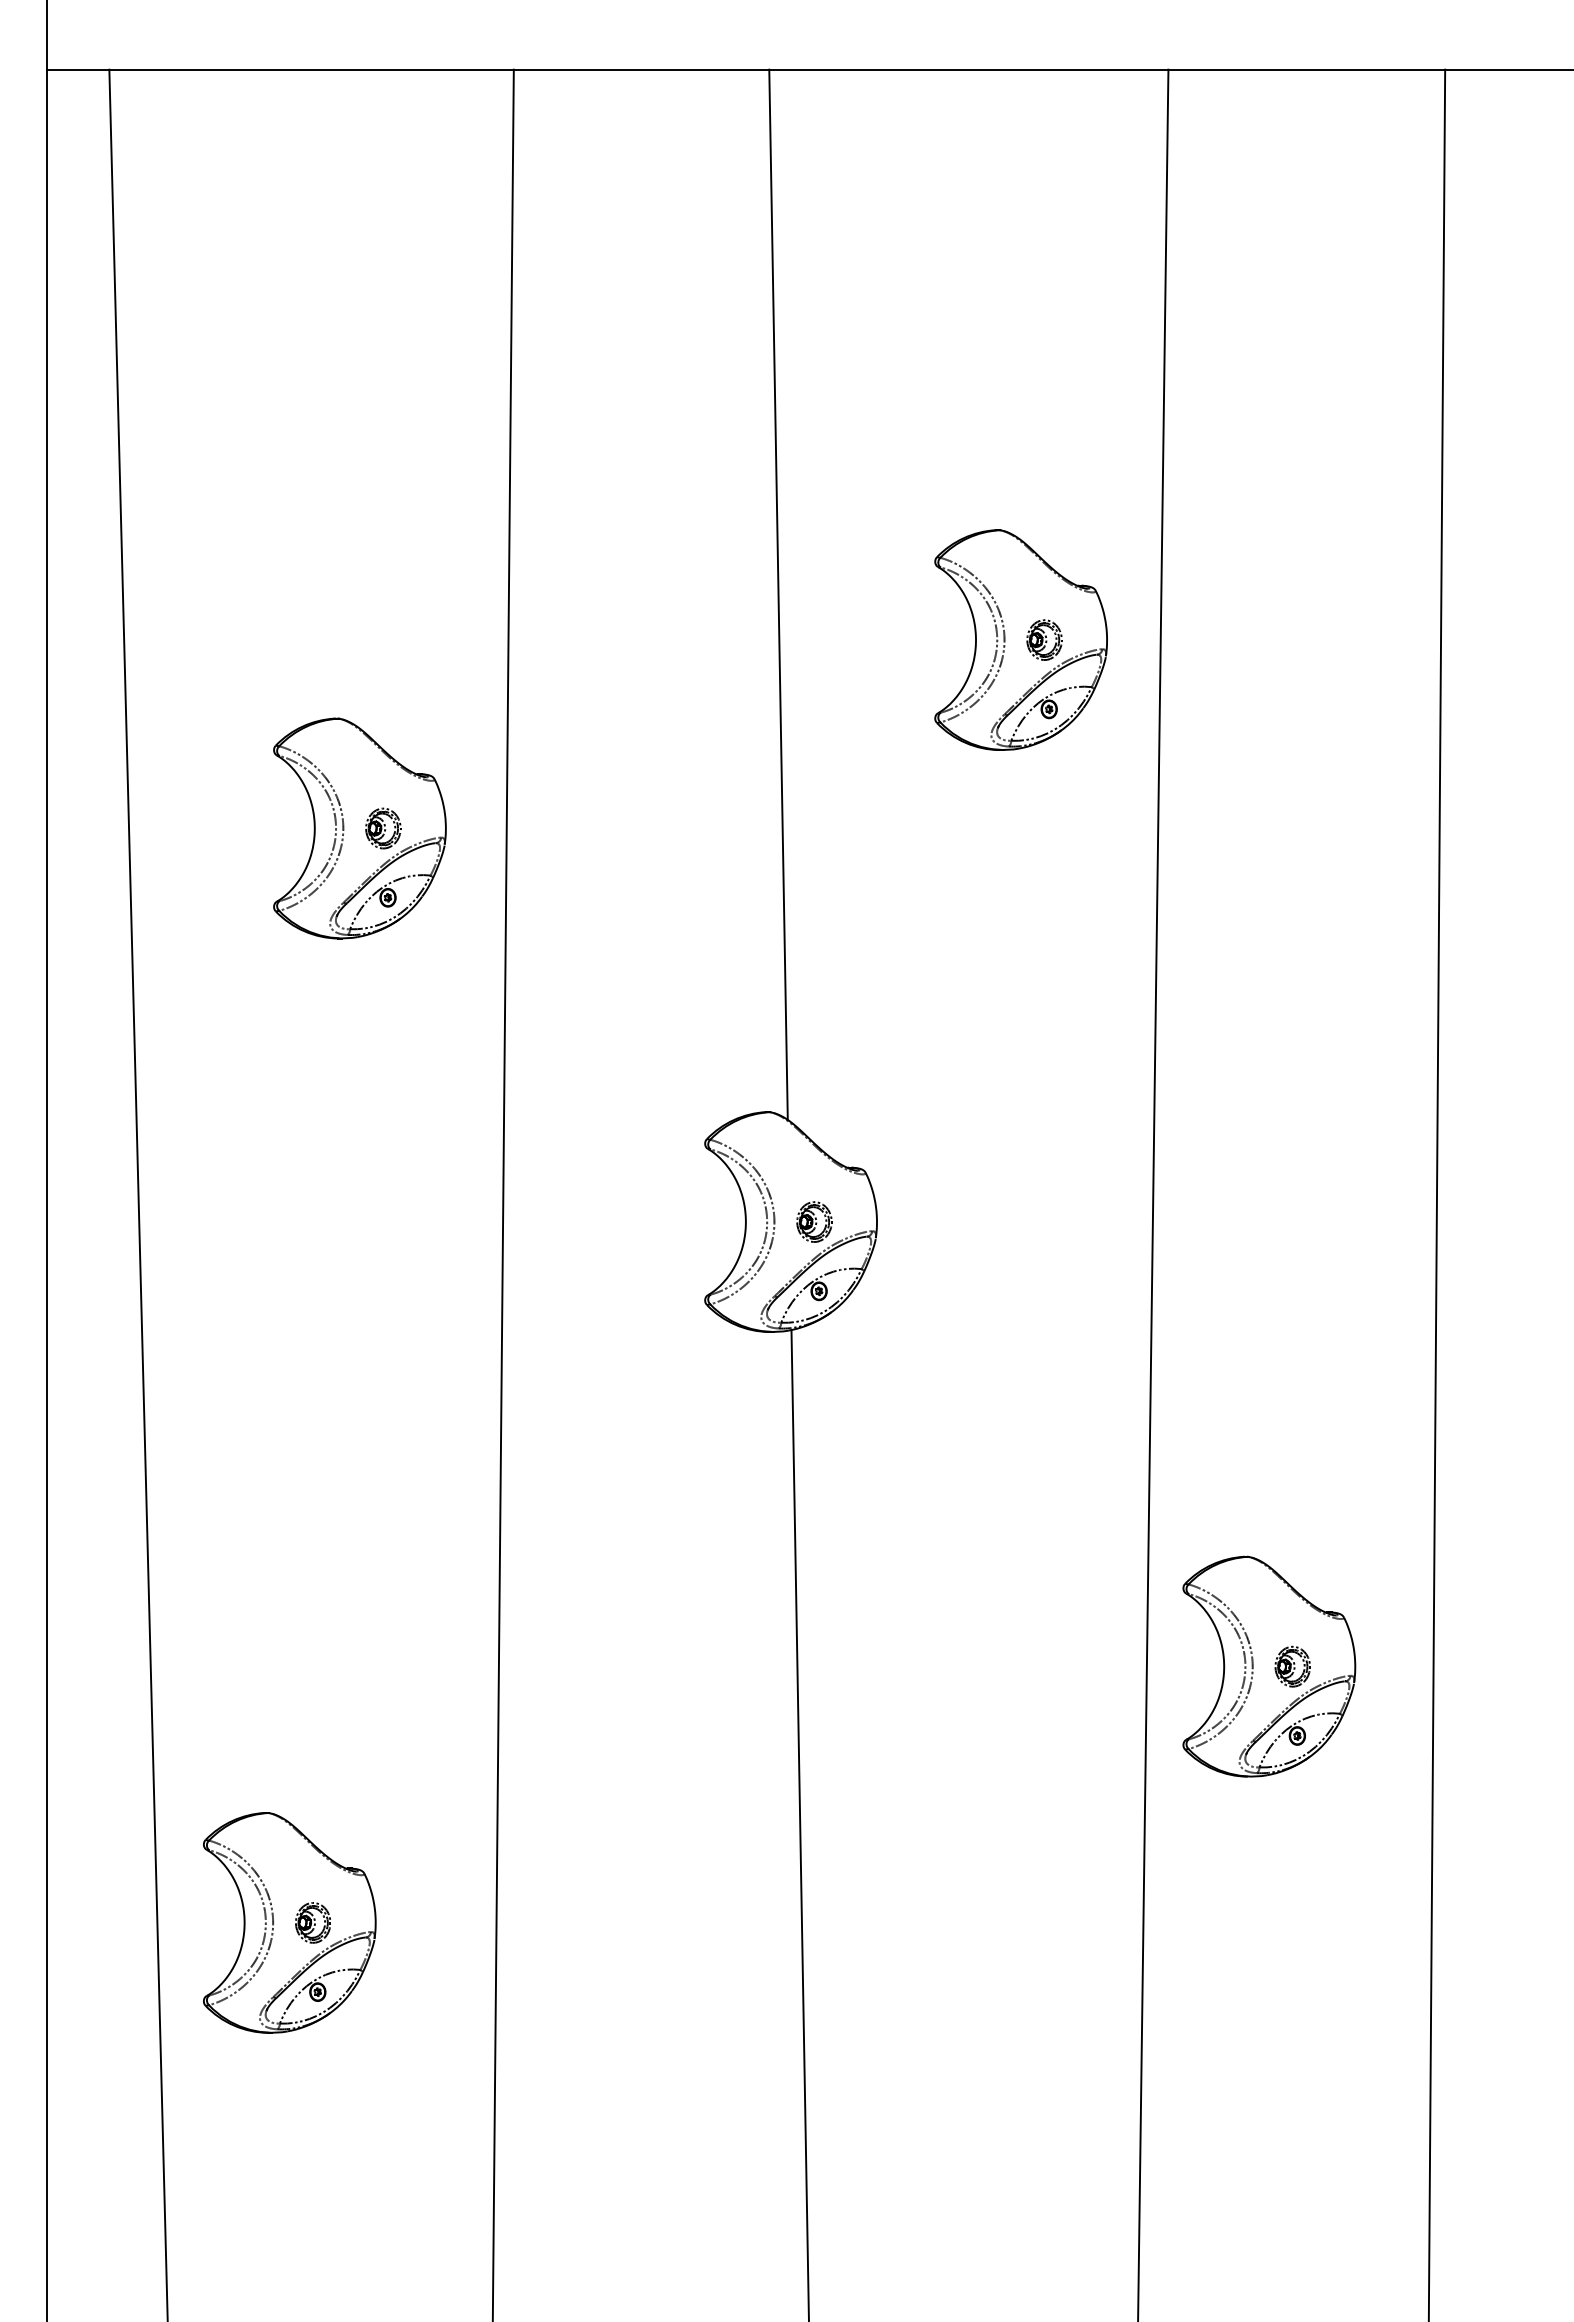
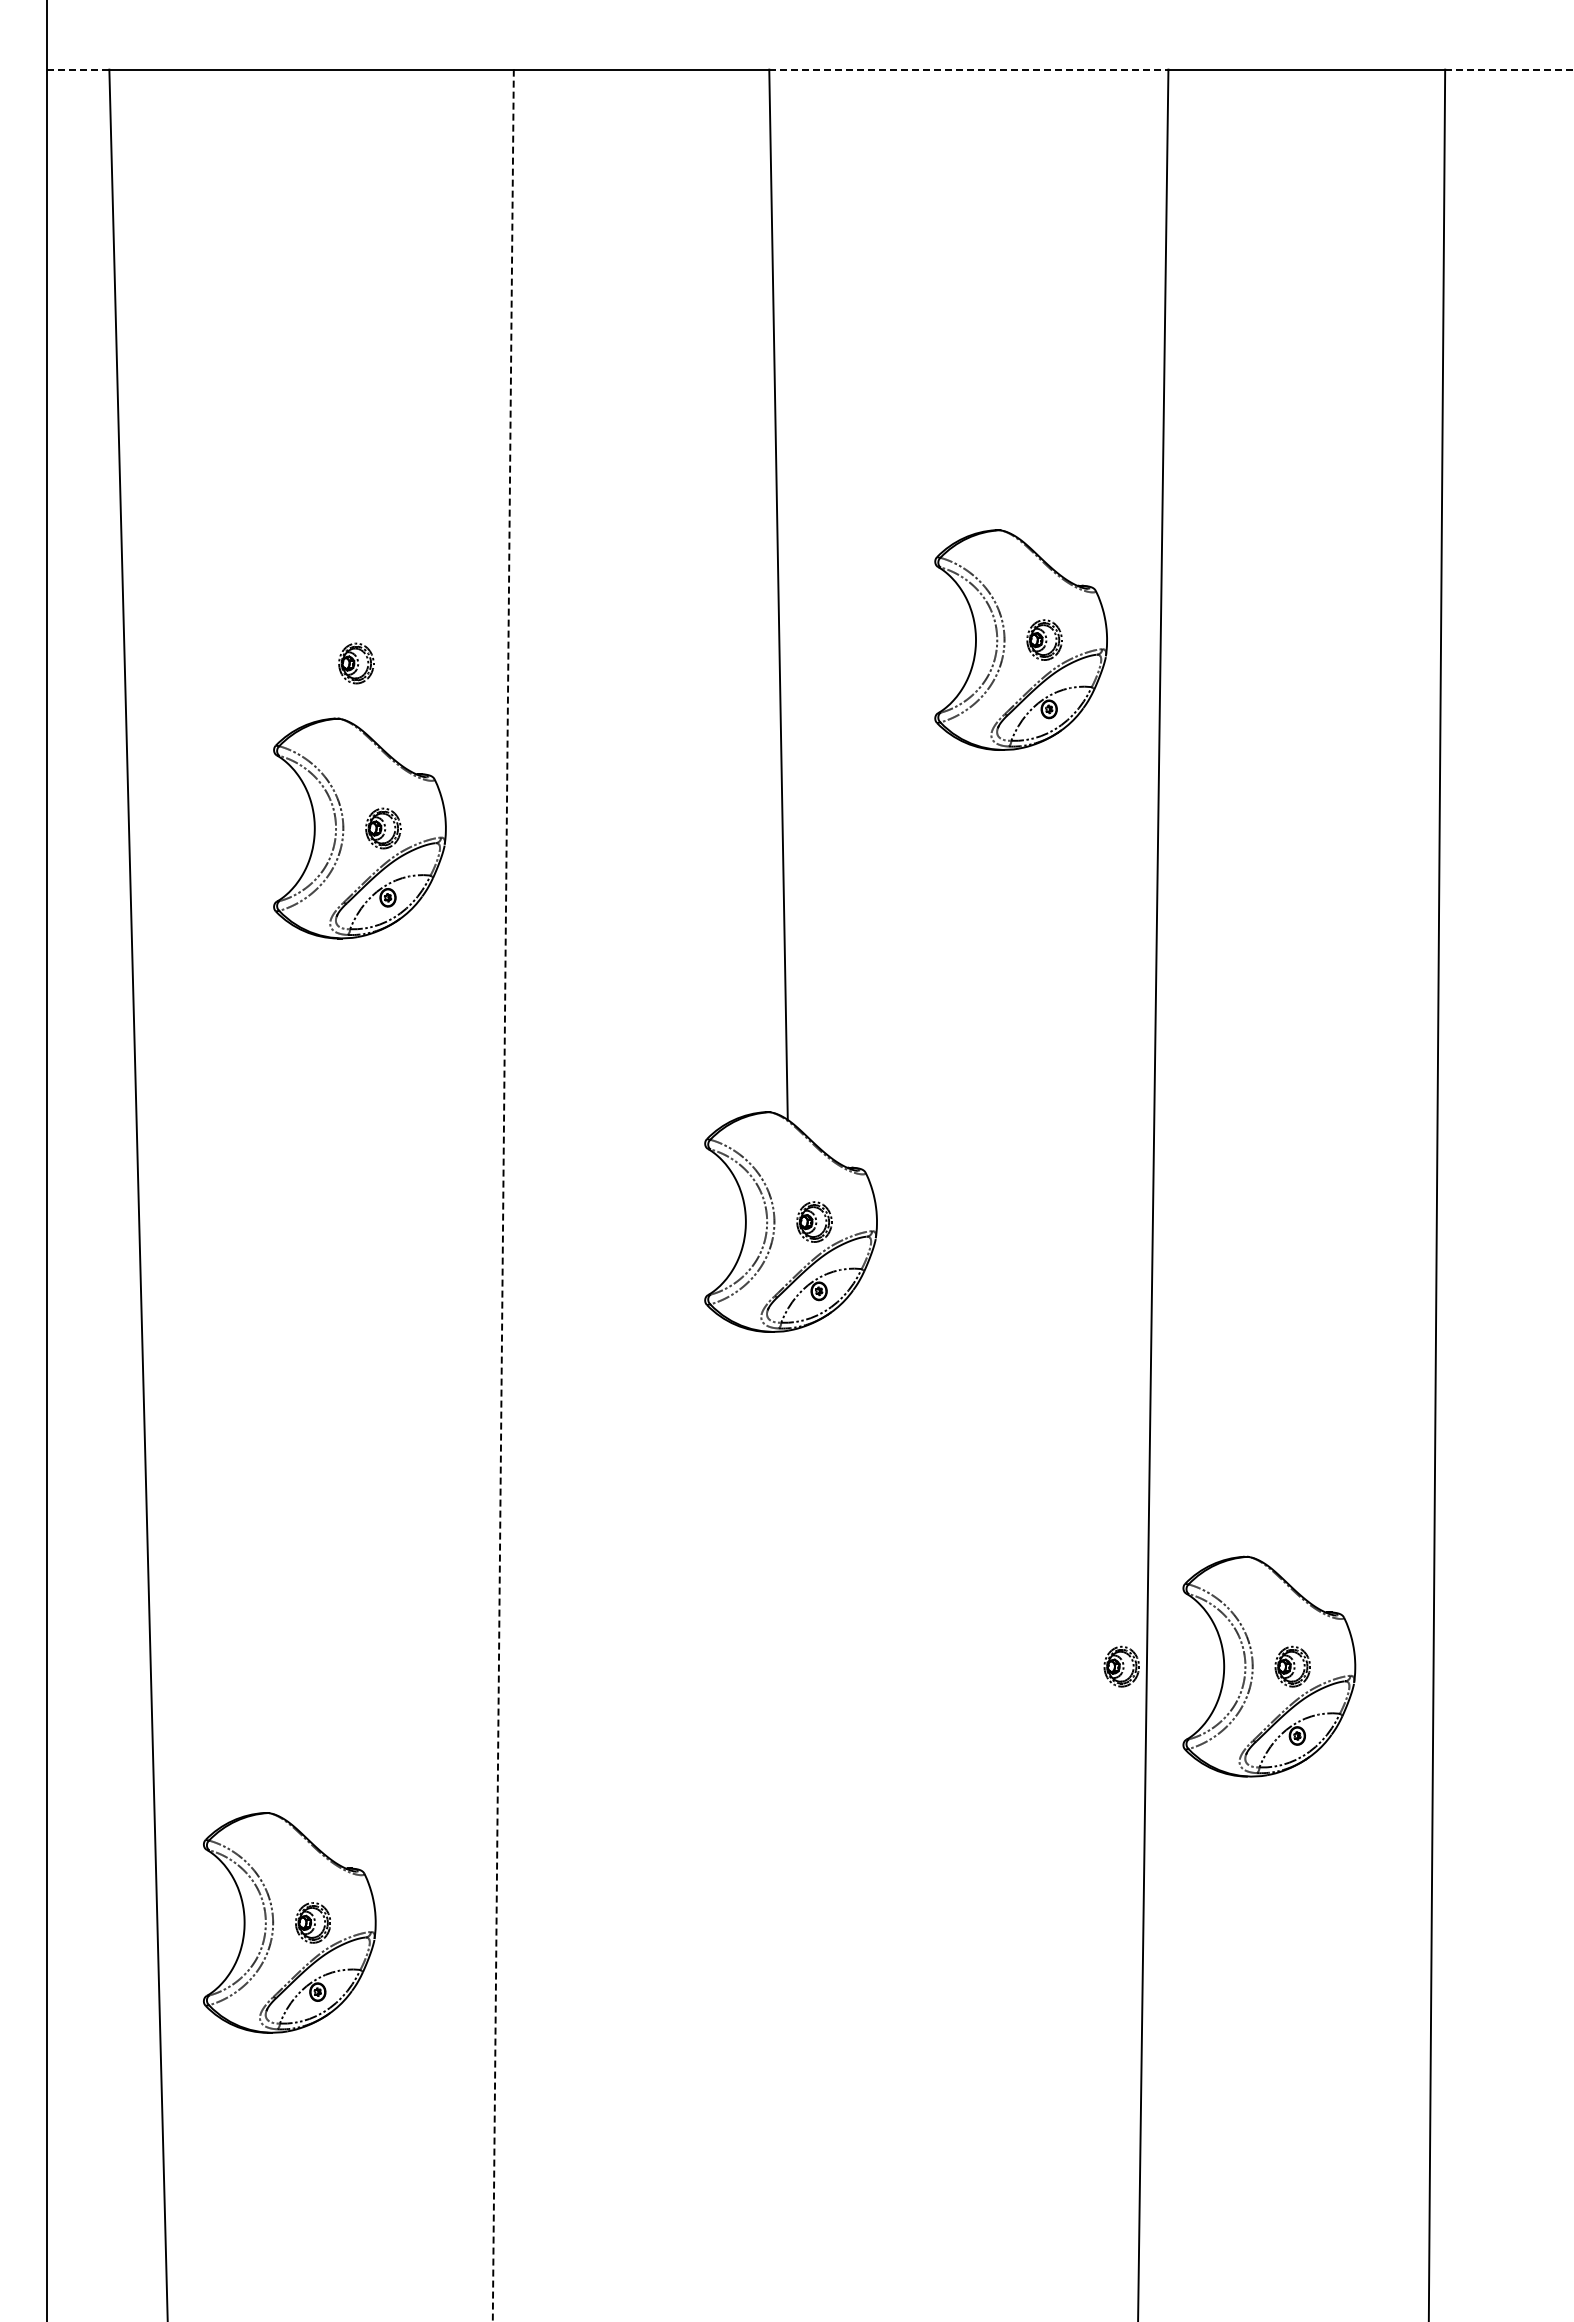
line at (78, 69): solid -> dashed
line at (968, 69): solid -> dashed
line at (1510, 69): solid -> dashed
part at (356, 663): none -> present
line at (503, 1195): solid -> dashed
part at (1121, 1666): none -> present
line at (799, 1824): present -> none
